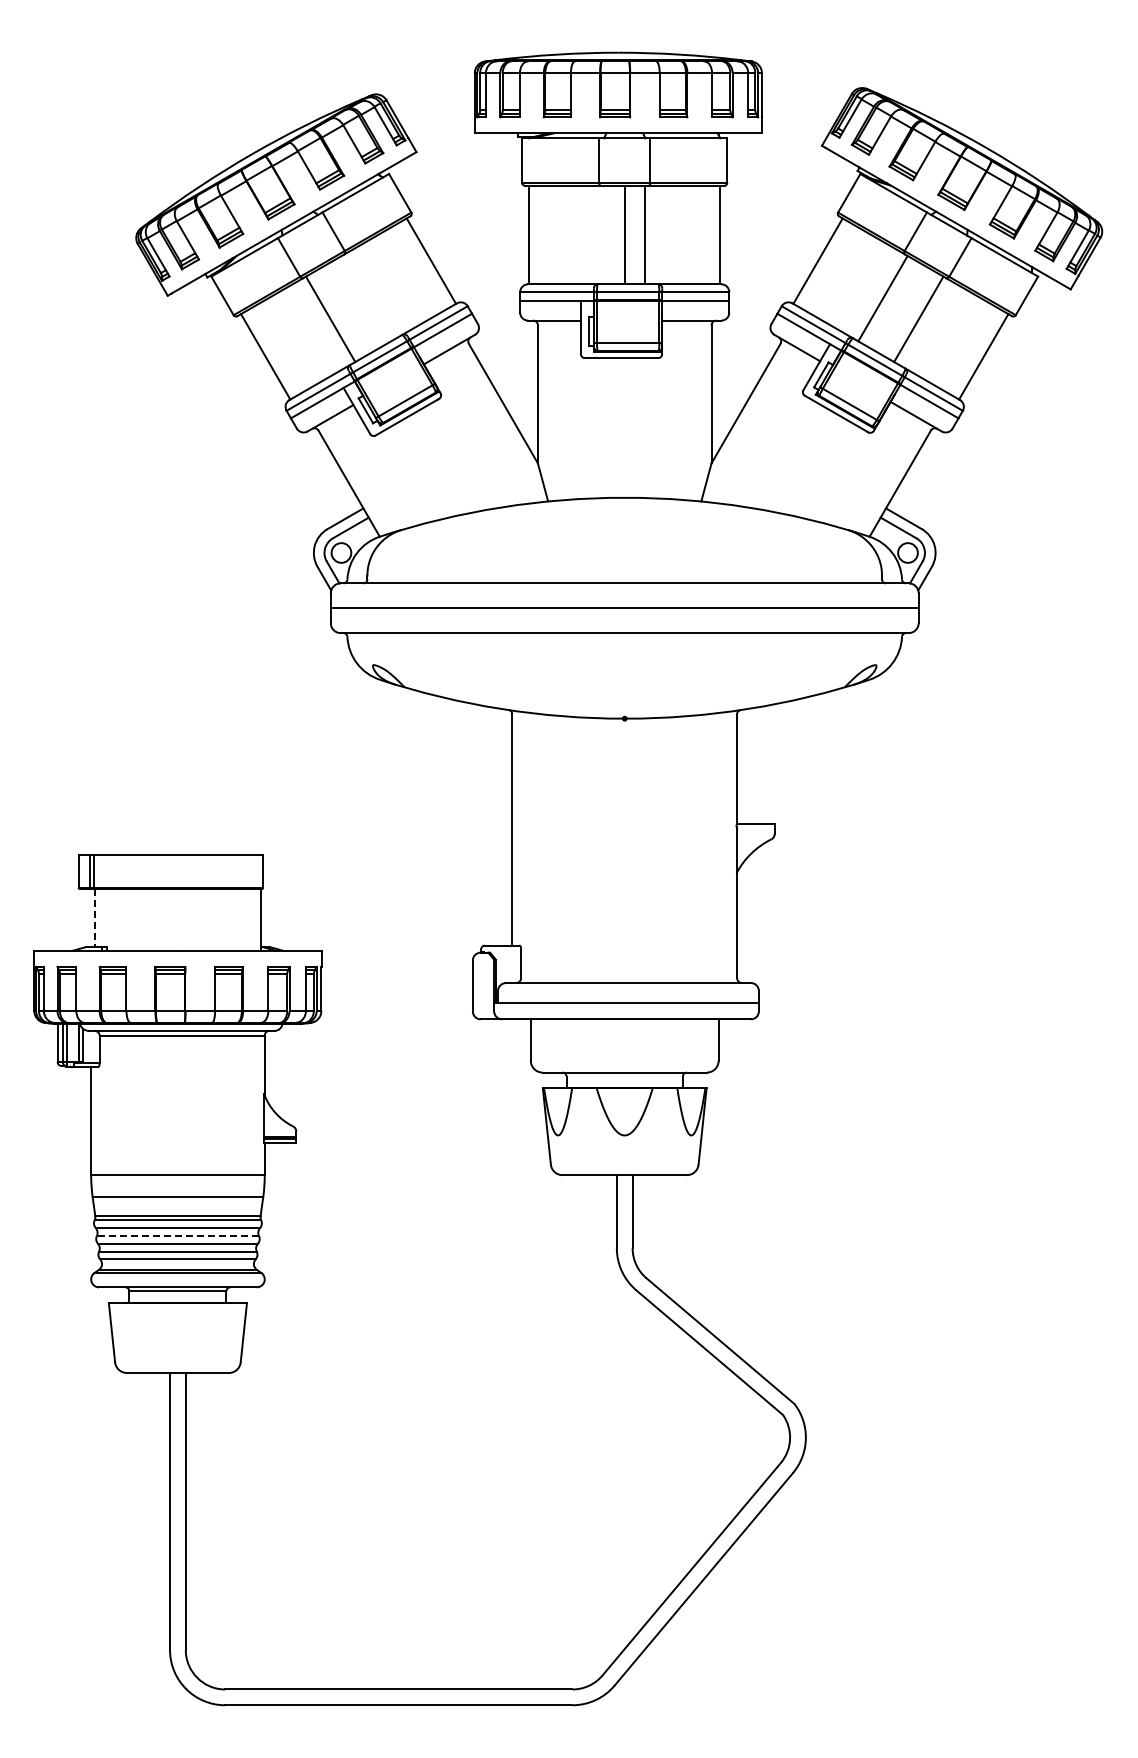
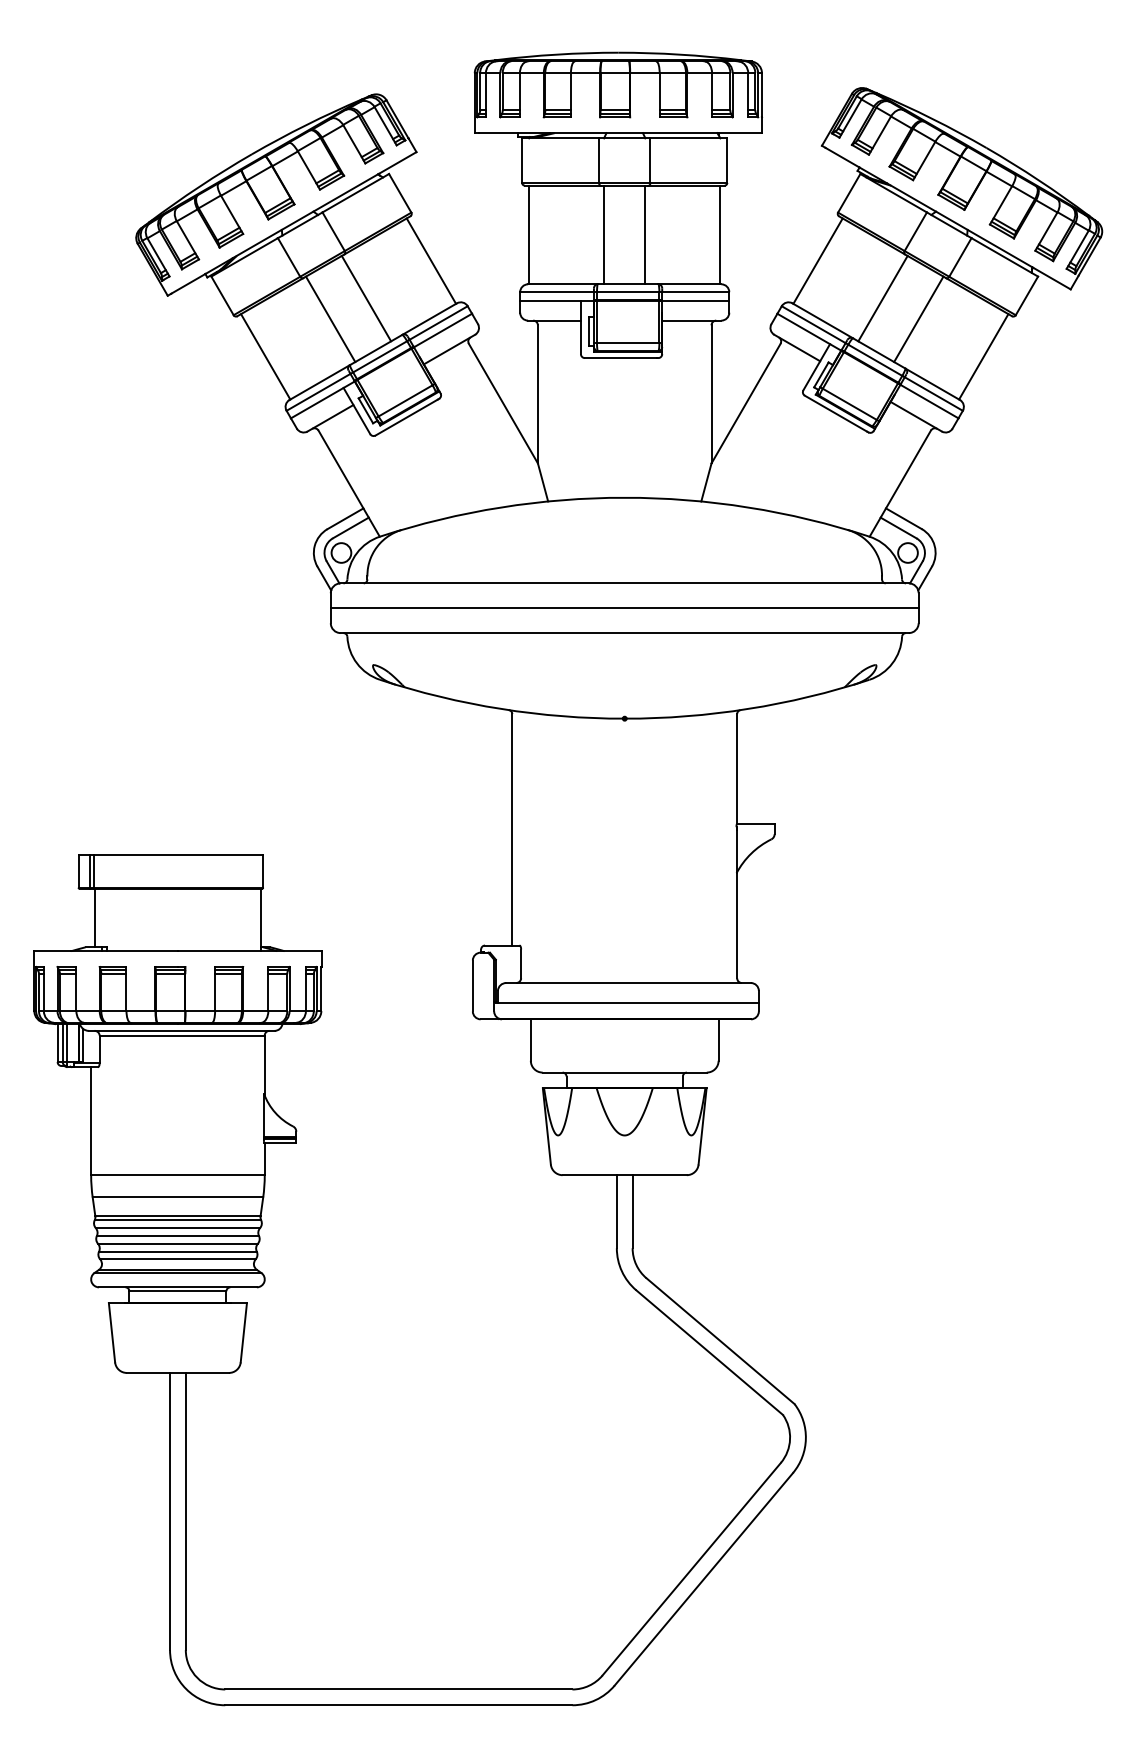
line at (625, 234) position: (625, 234) -> (604, 234)
line at (366, 298): none -> present
line at (94, 918): dashed -> solid
line at (177, 1235): dashed -> solid
